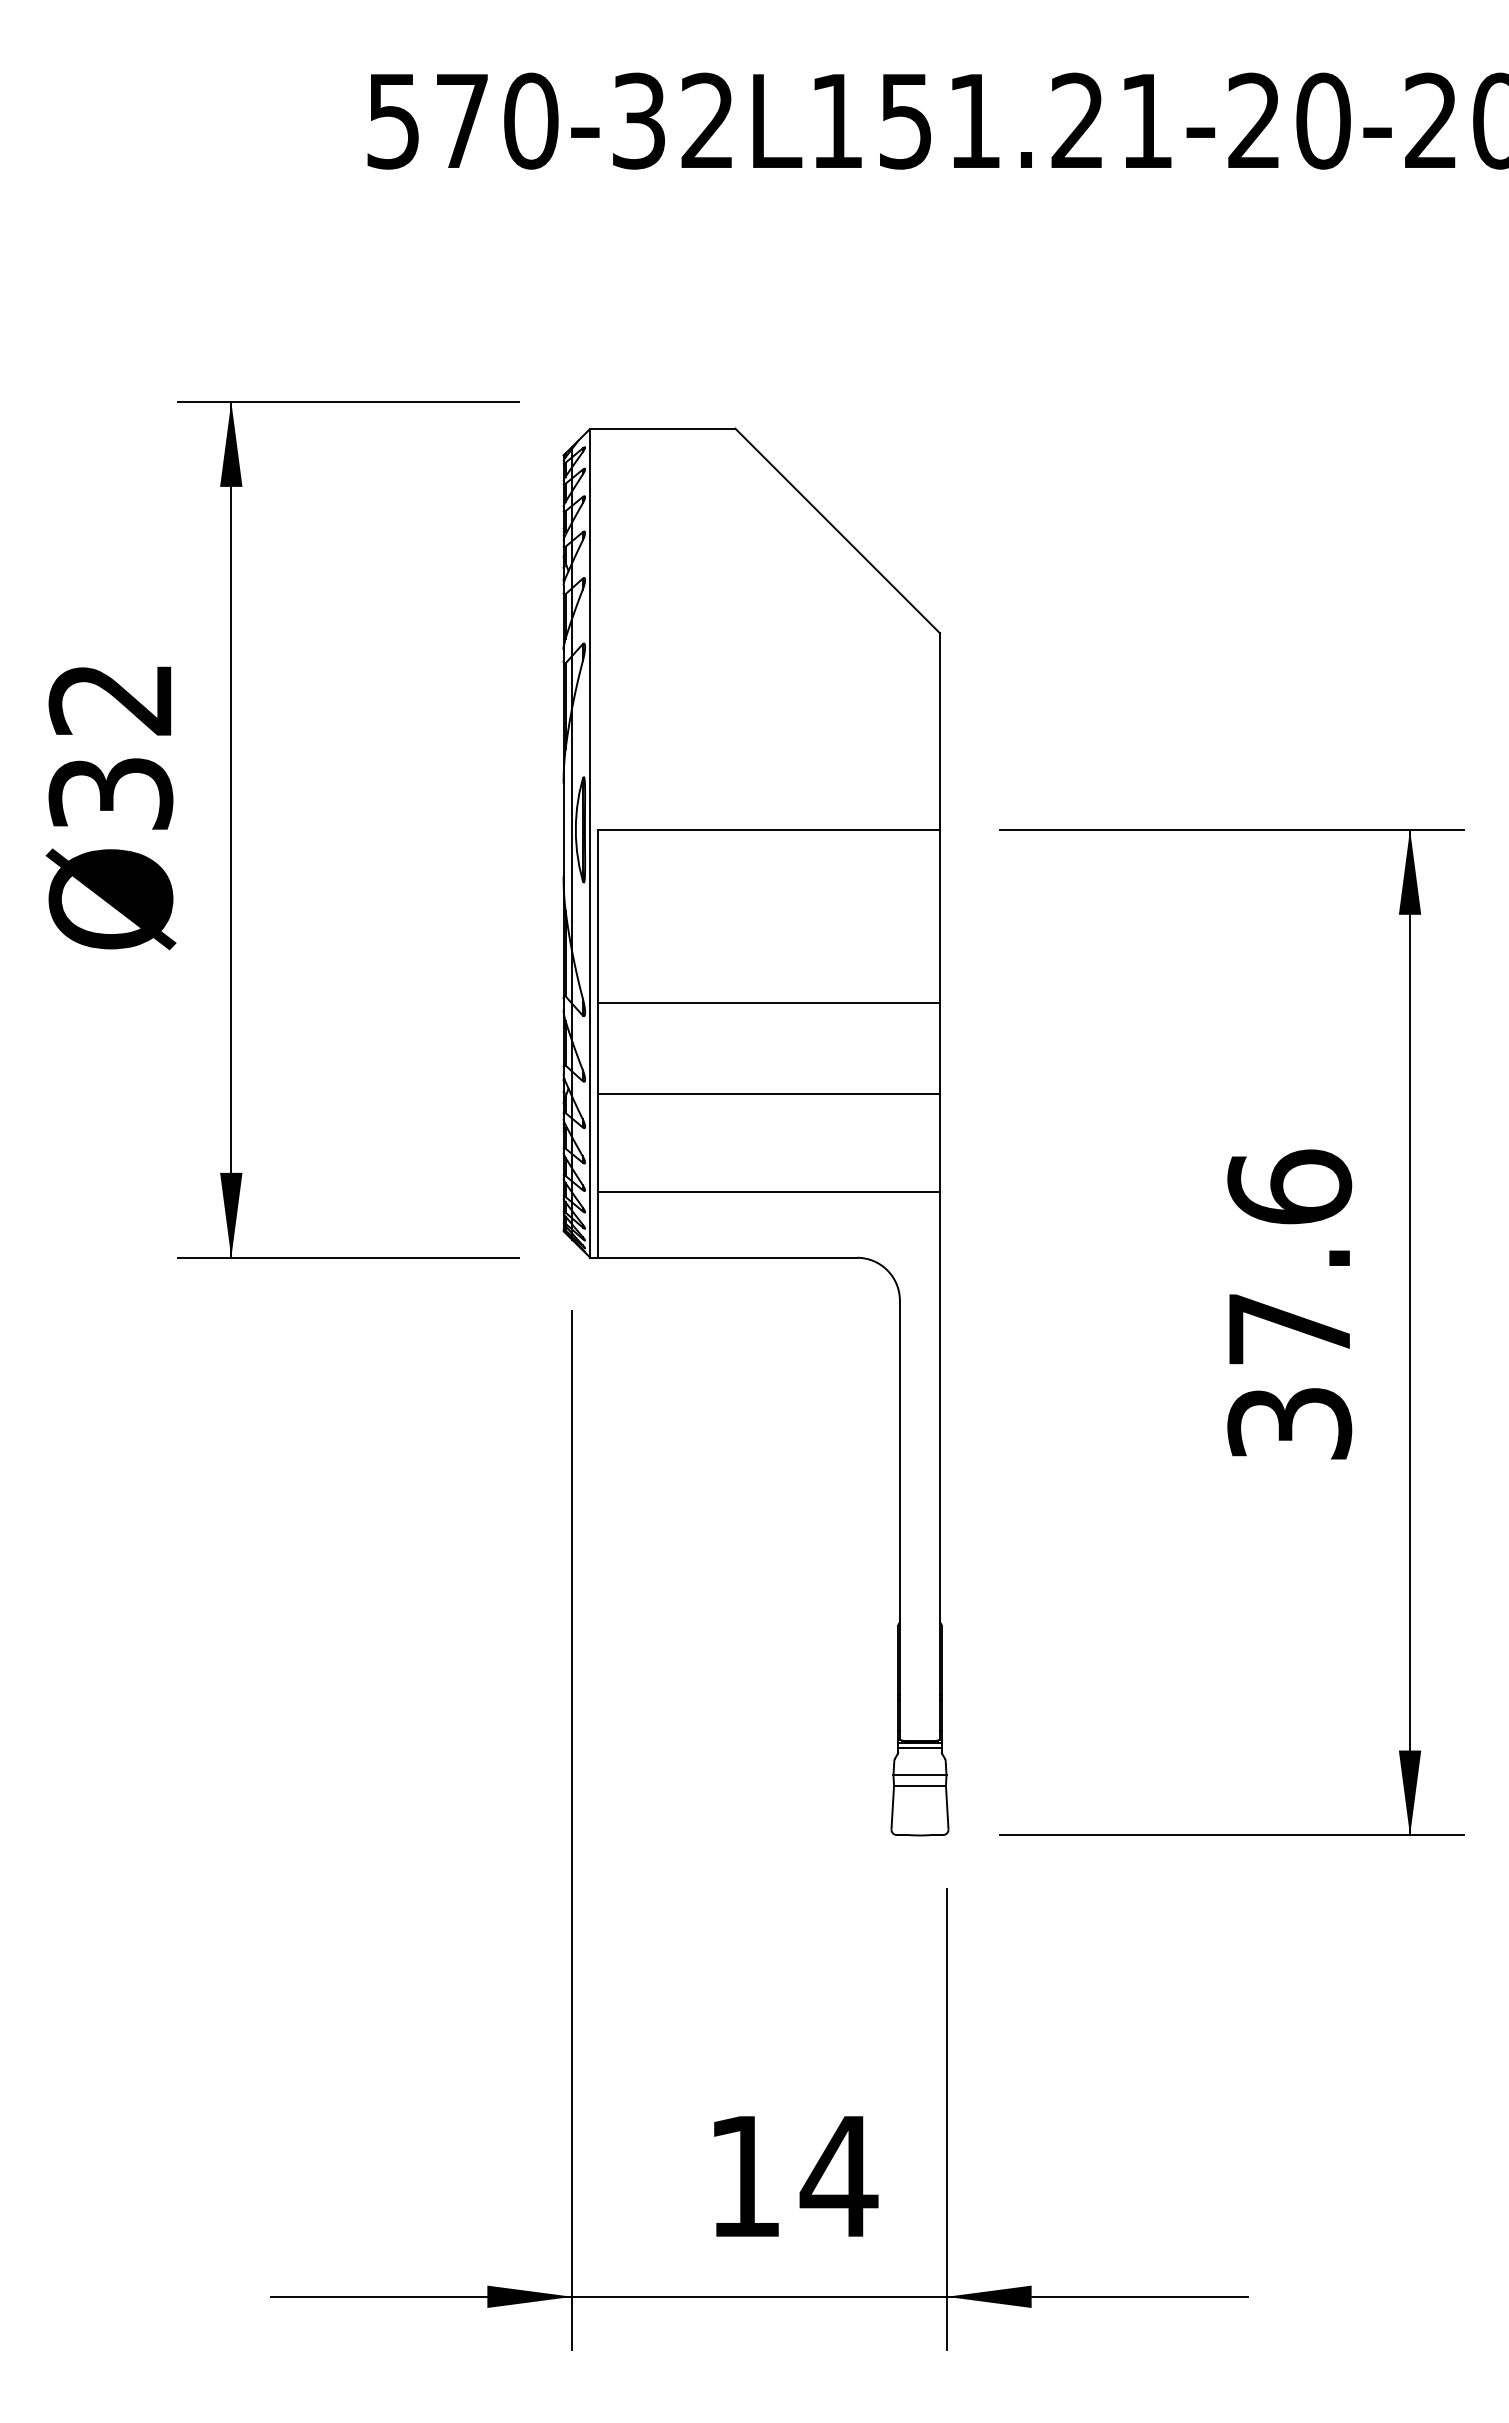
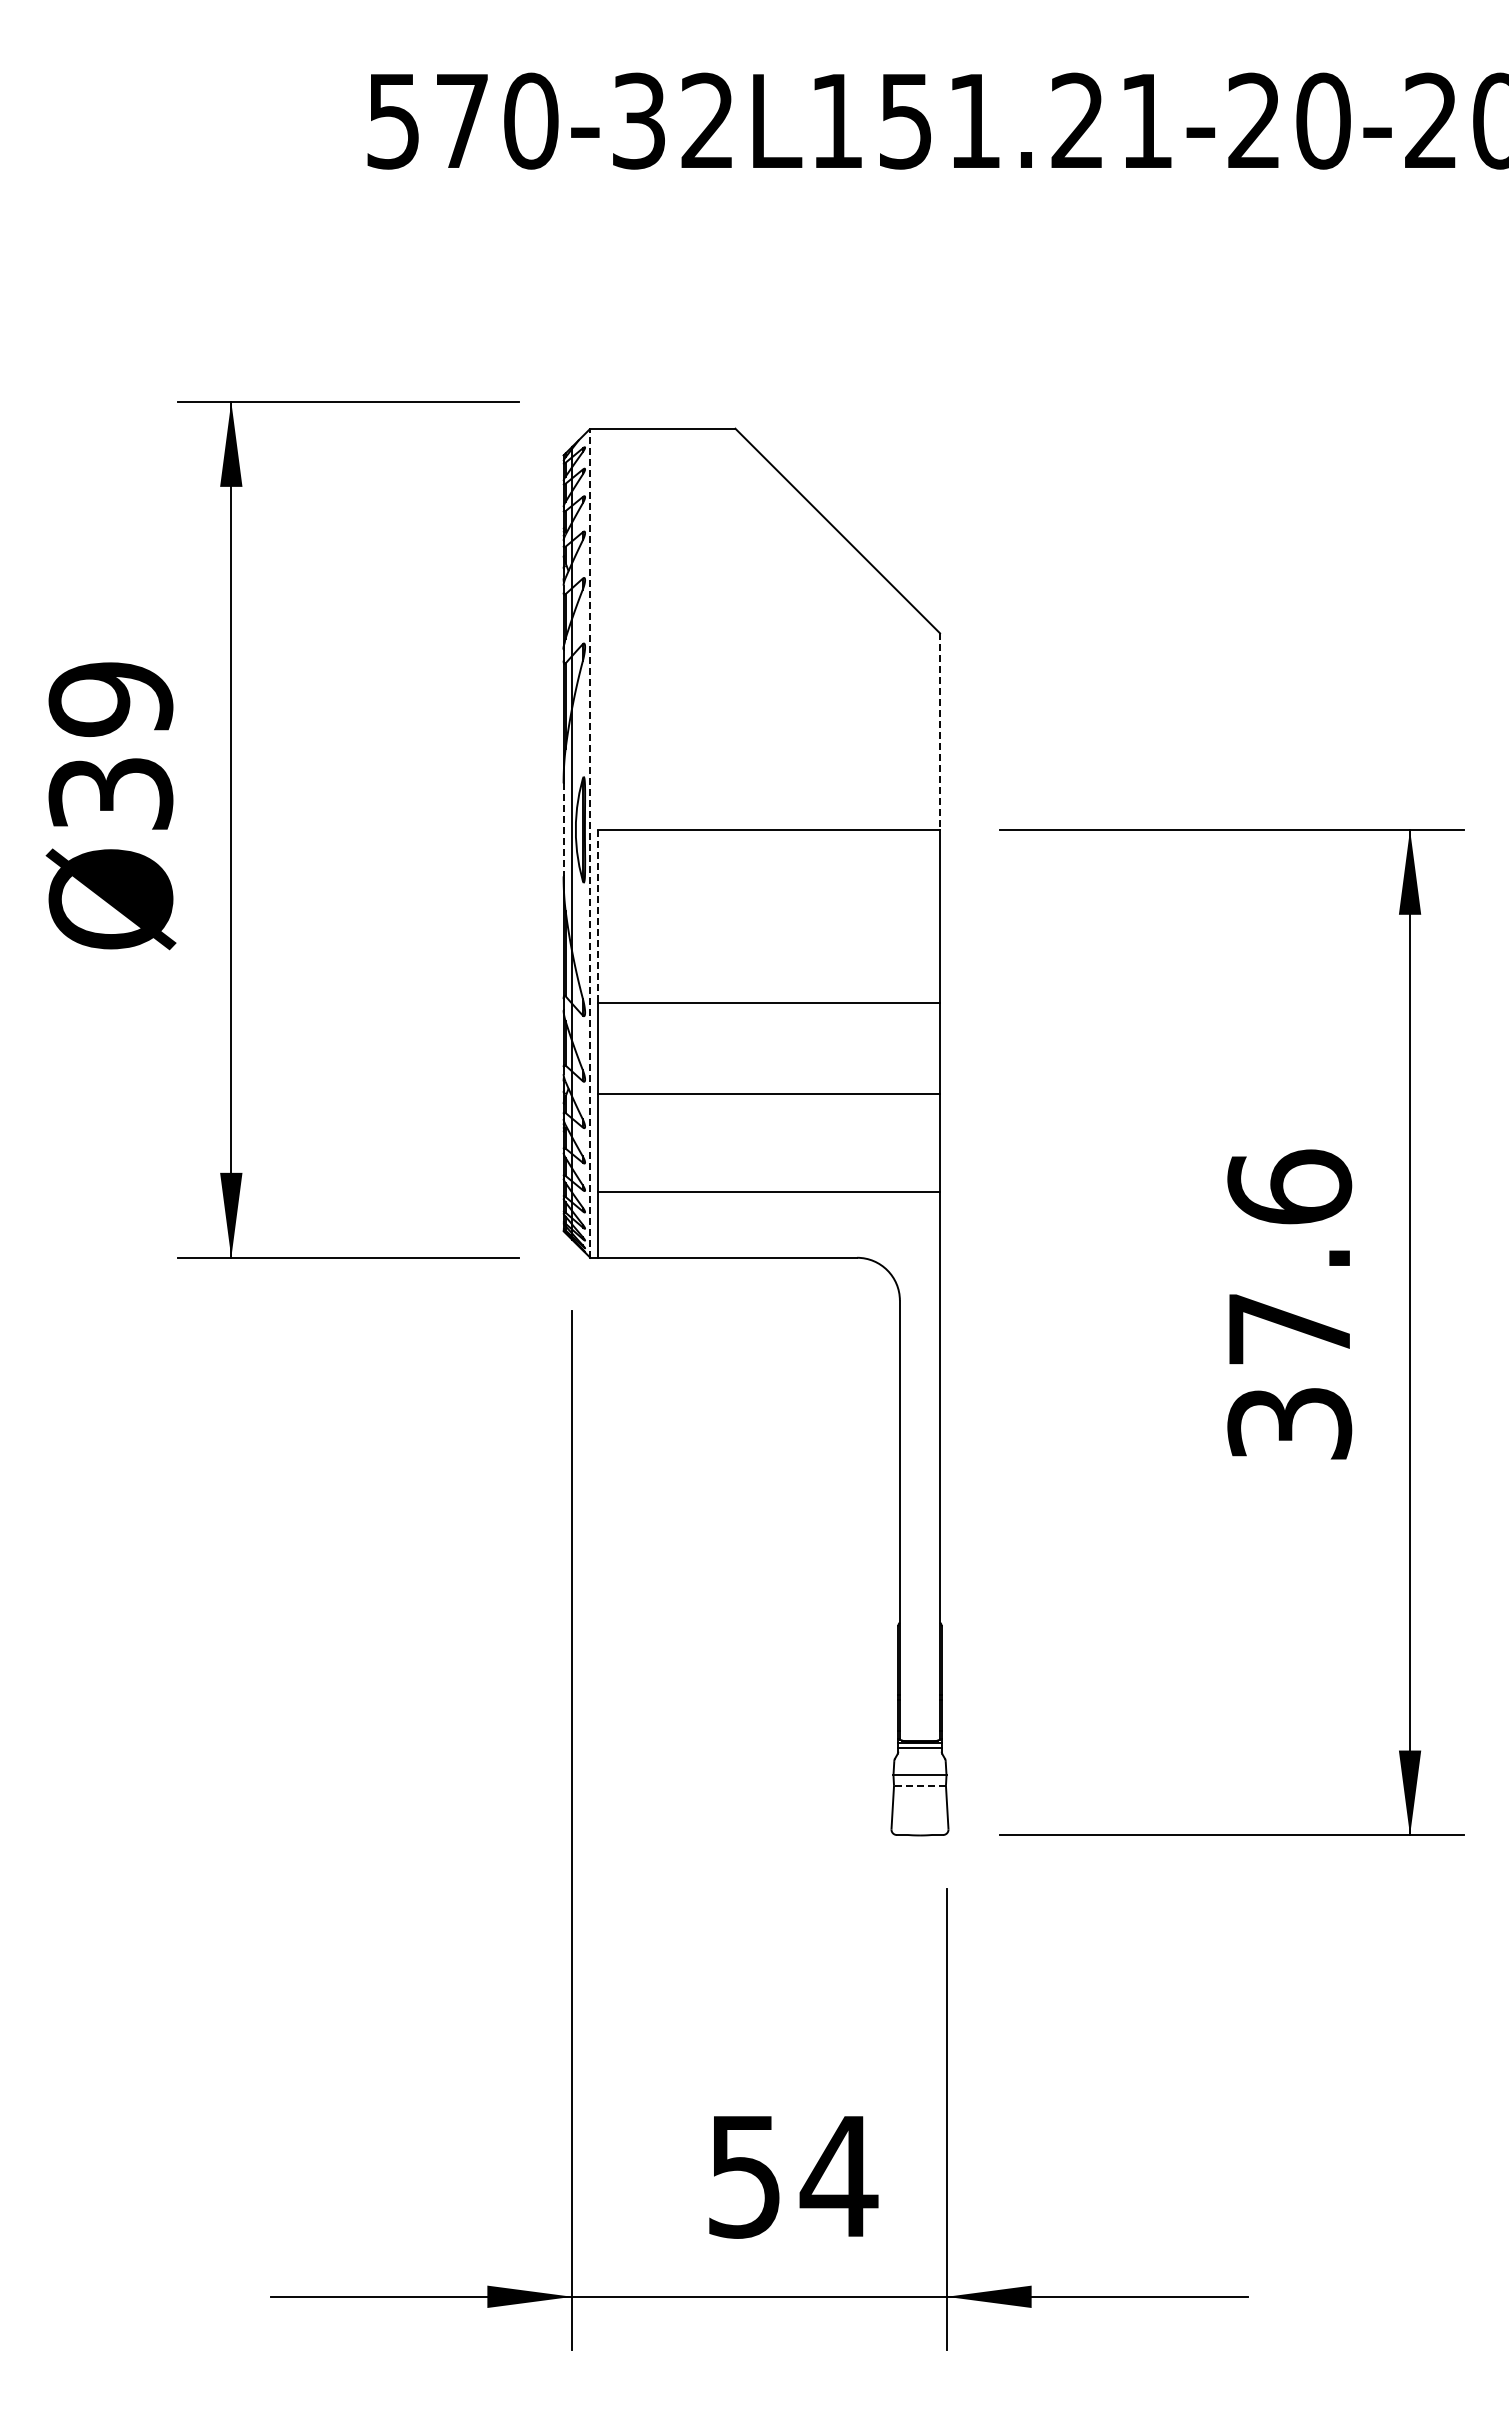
text at (110, 699): Ø32 -> Ø39
line at (940, 732): solid -> dashed
line at (563, 830): solid -> dashed
line at (590, 843): solid -> dashed
line at (598, 916): solid -> dashed
line at (920, 1785): solid -> dashed
text at (744, 2177): 14 -> 54
